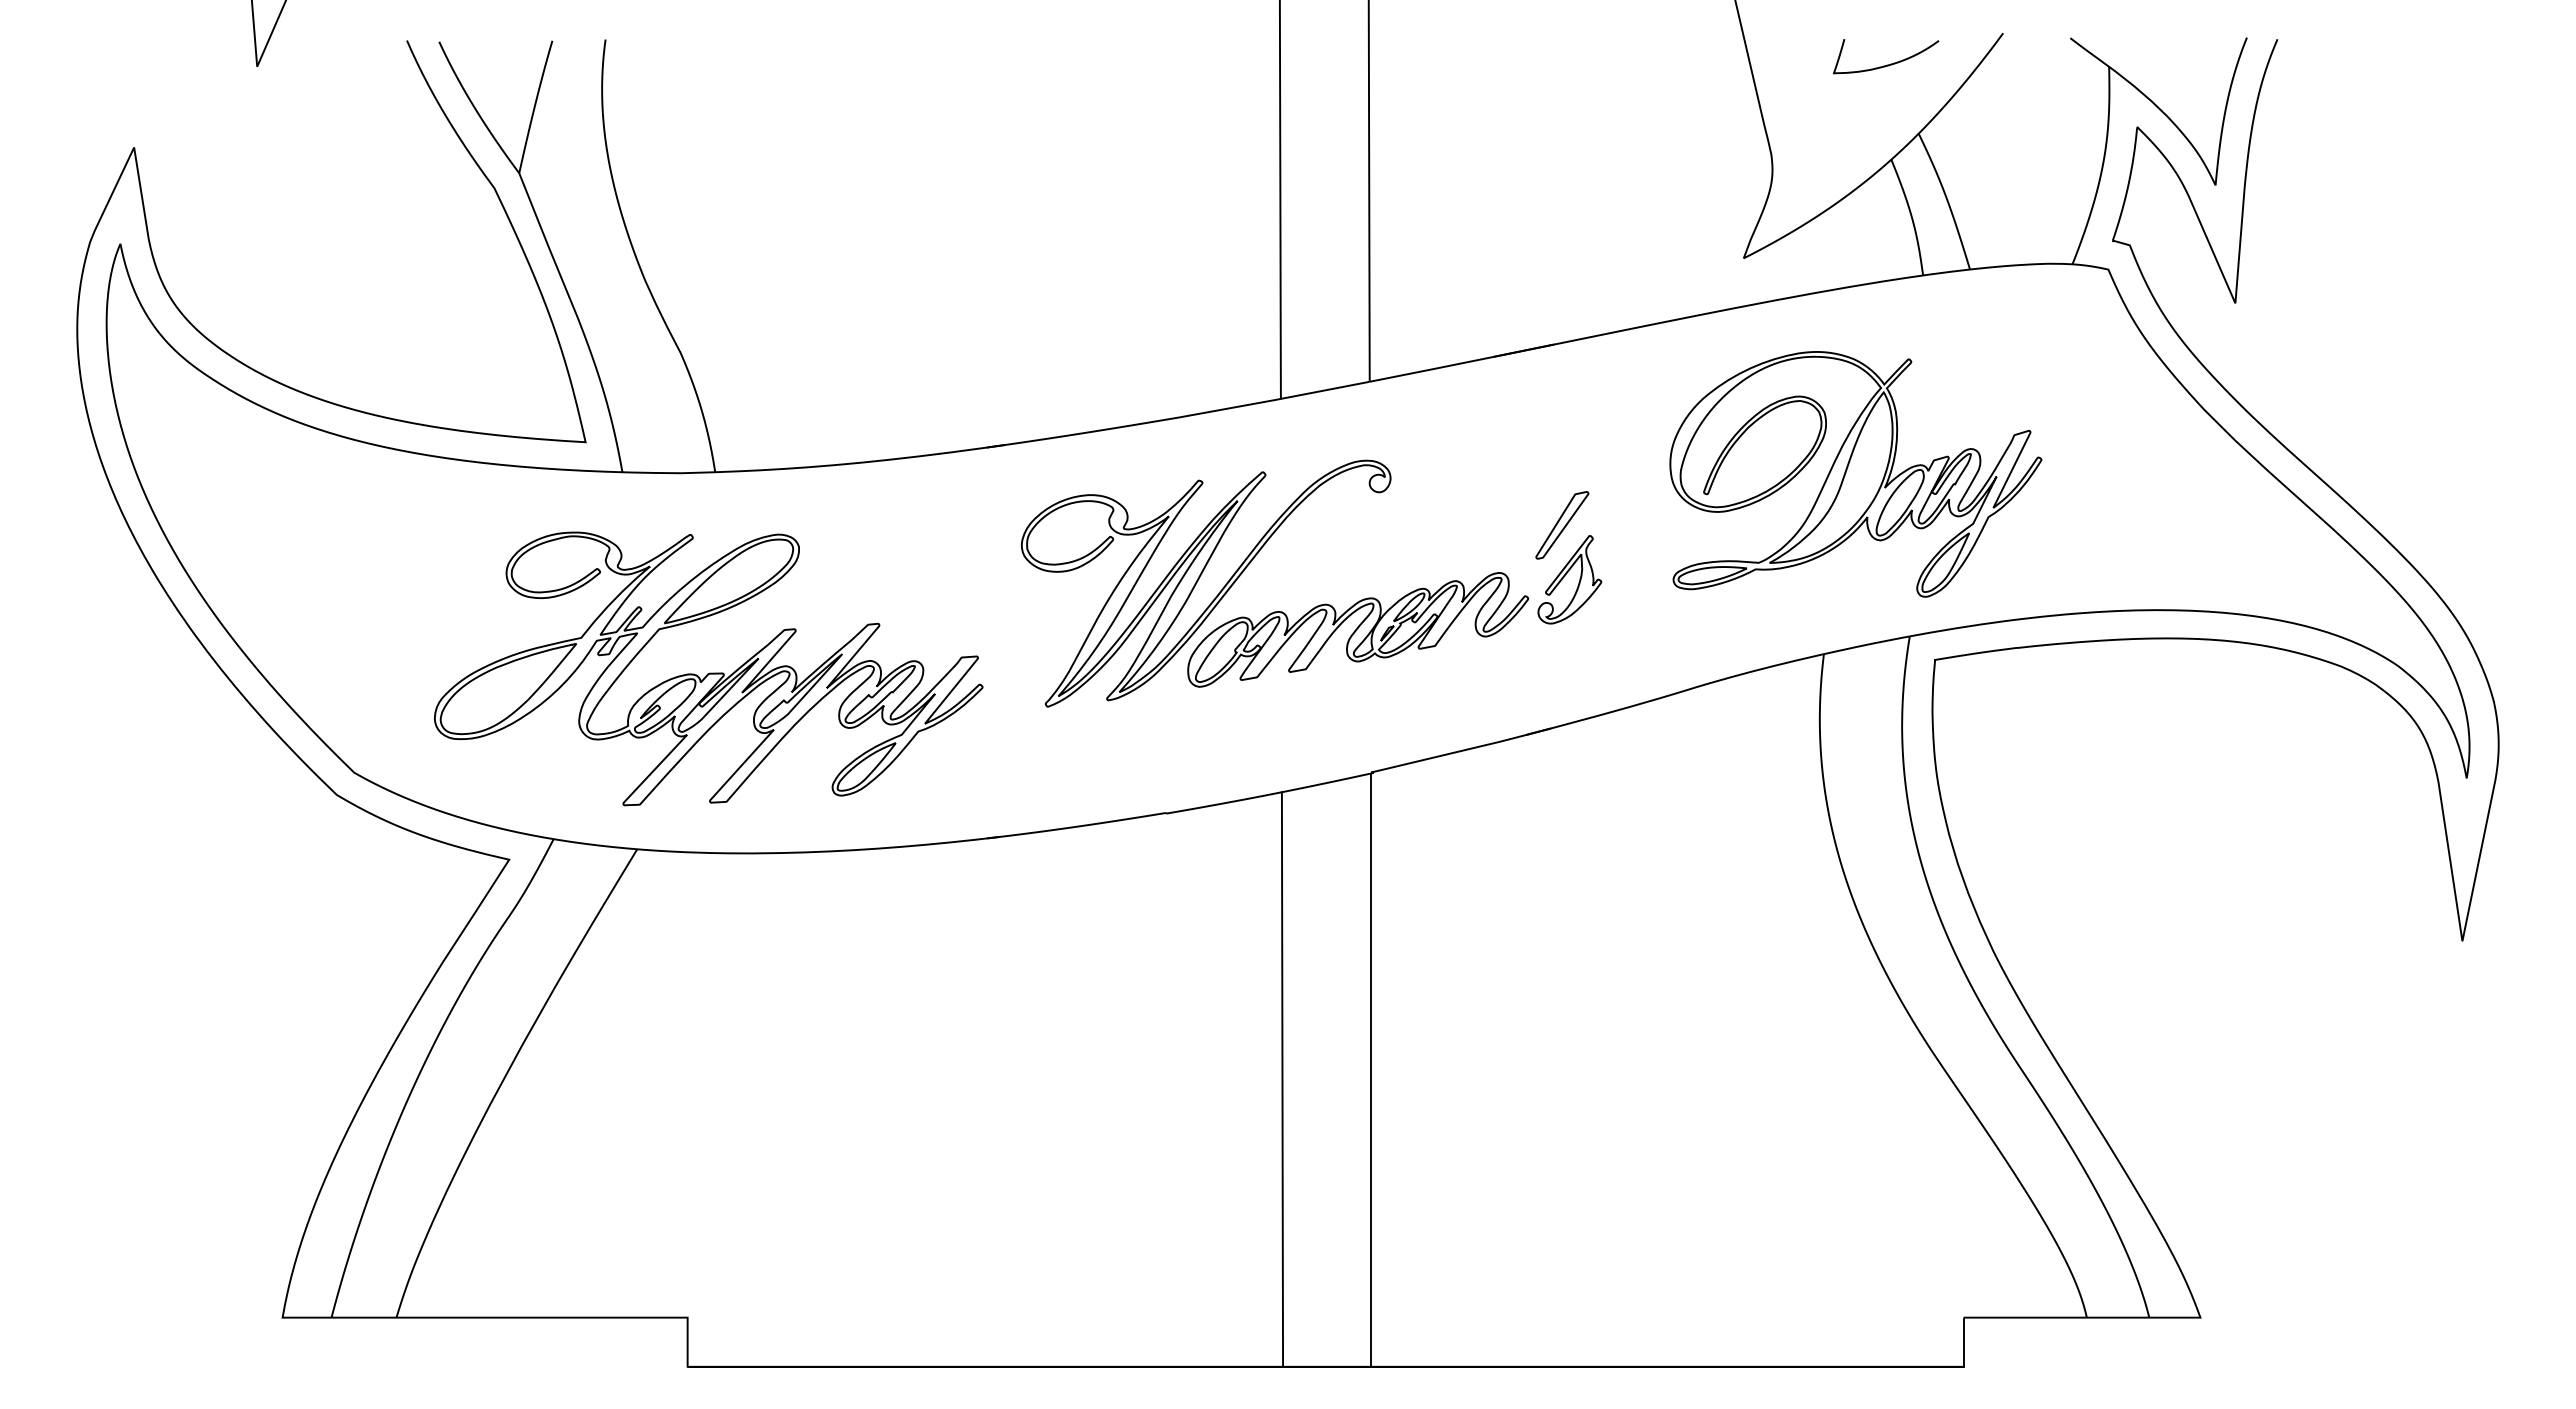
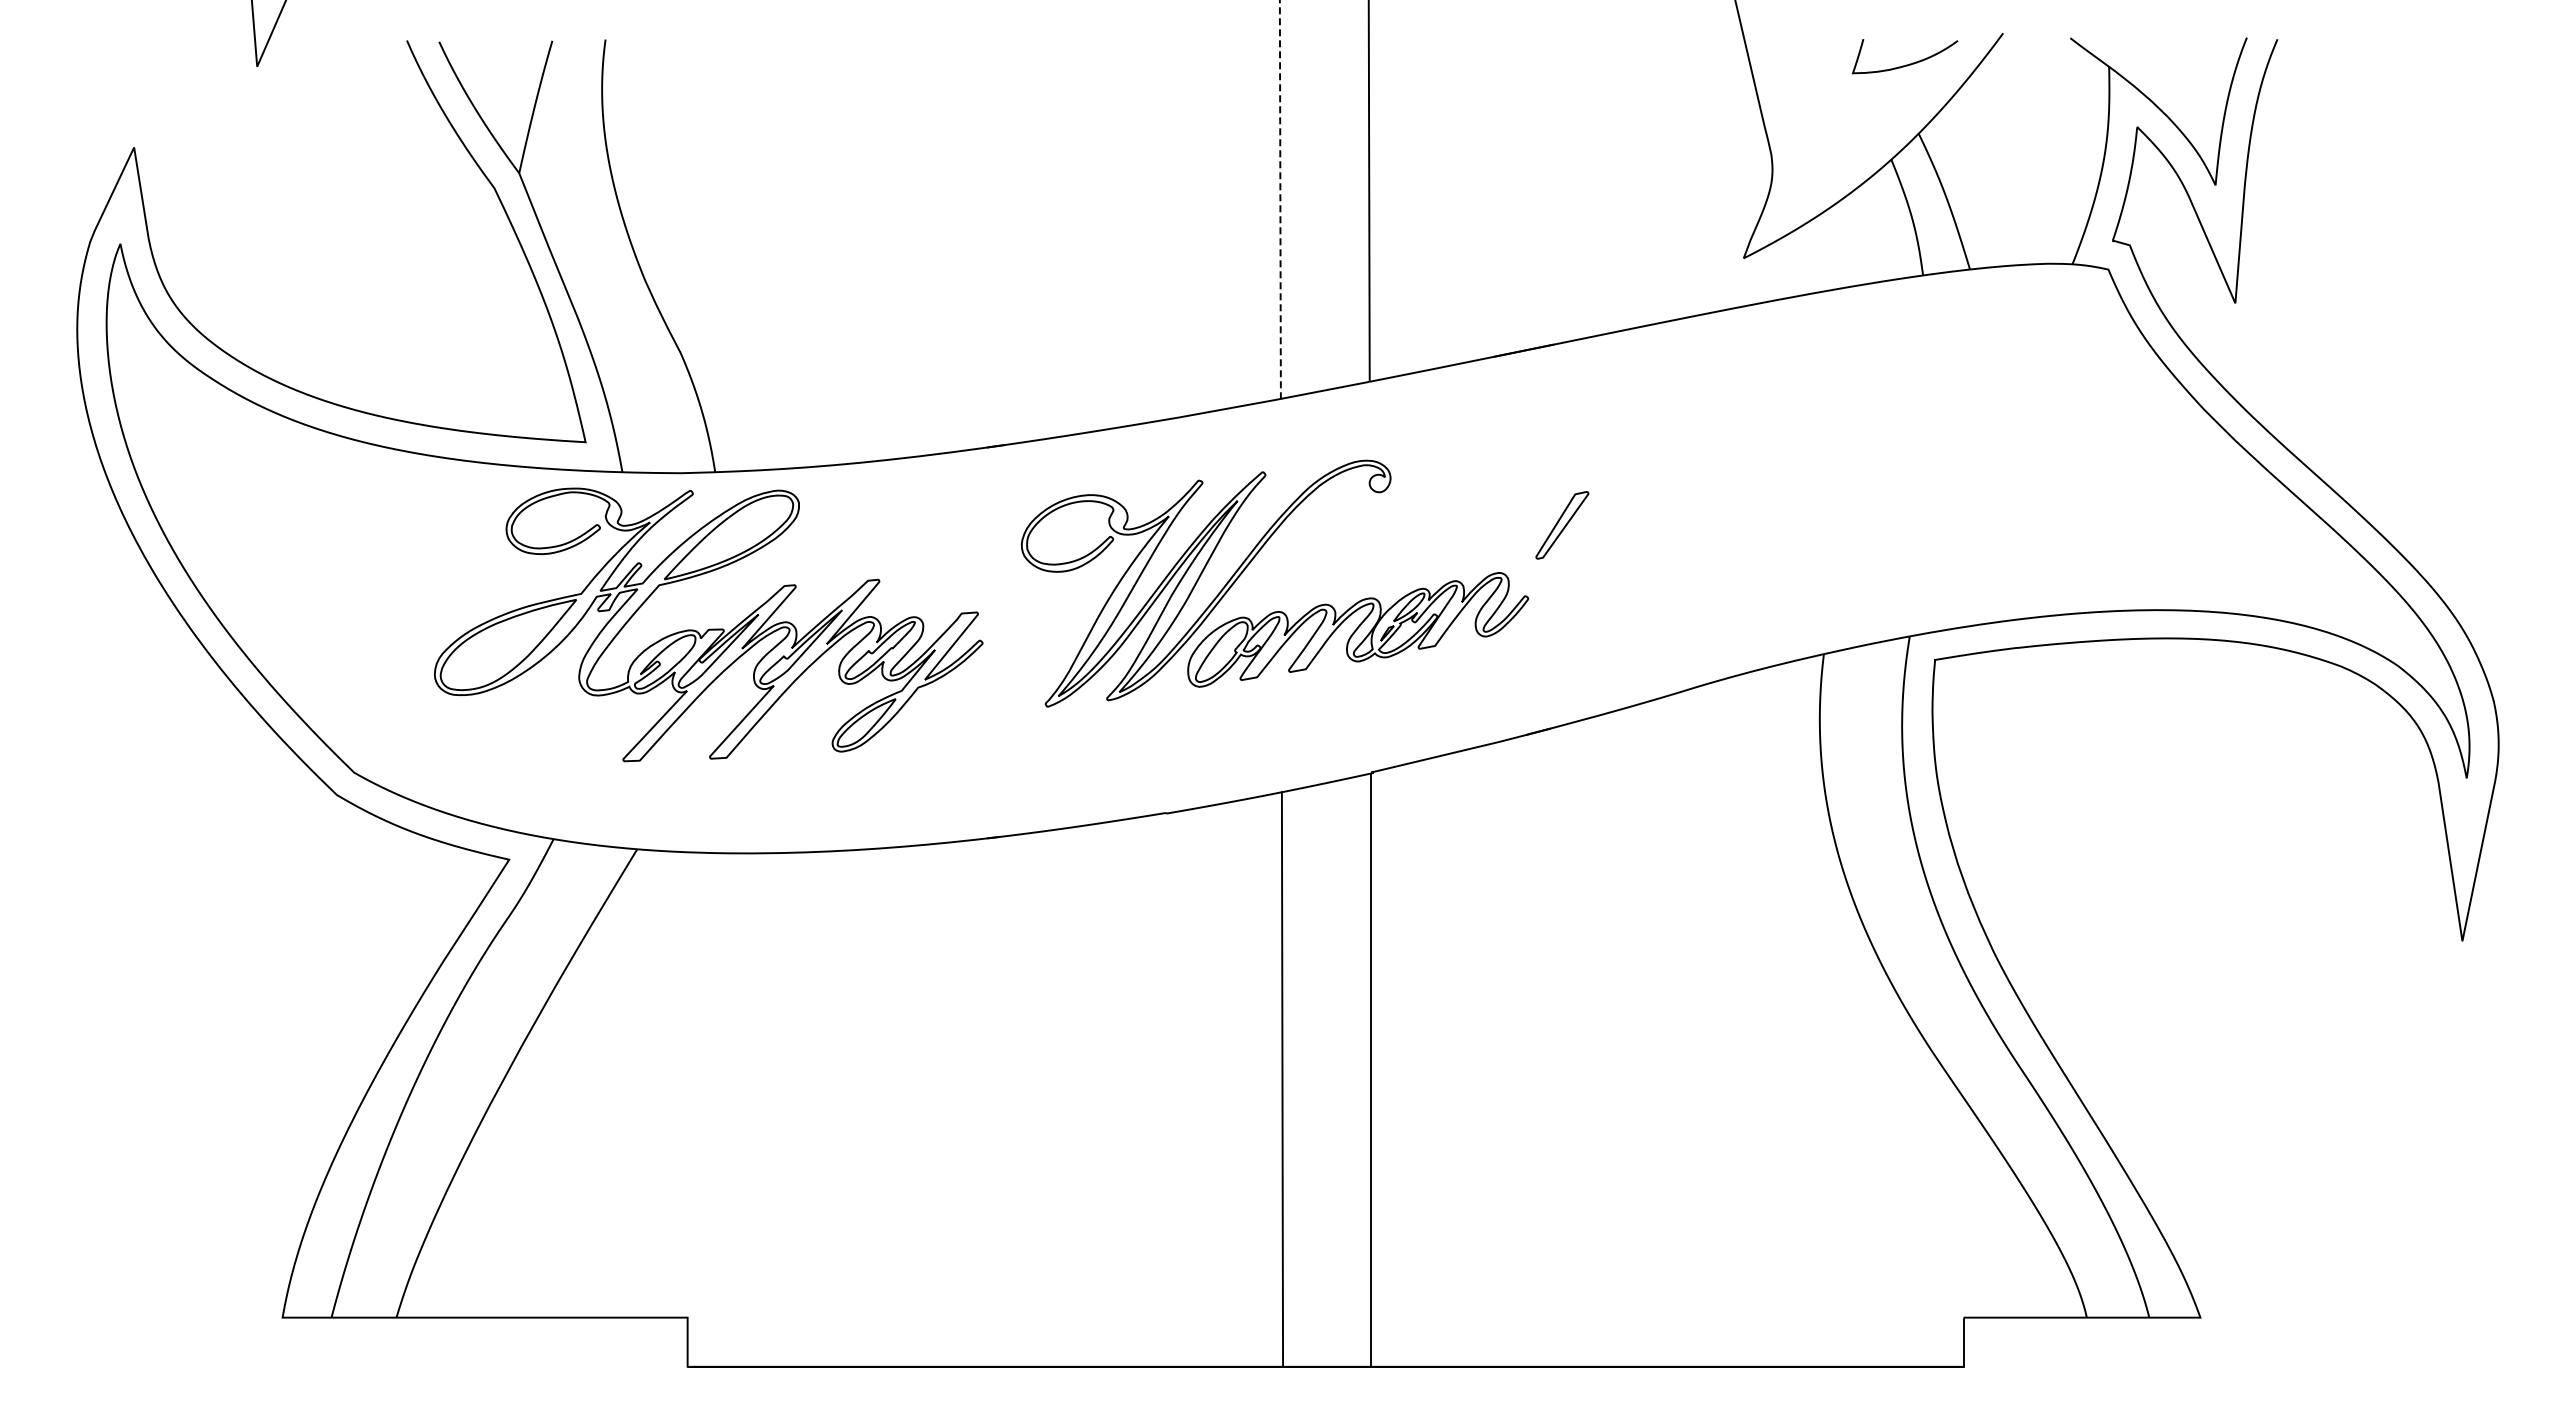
curve at (1890, 63) position: (1890, 63) -> (1909, 63)
line at (1280, 200): solid -> dashed
part at (1855, 474): present -> none
part at (1569, 579): present -> none
part at (708, 668) position: (708, 668) -> (708, 624)
